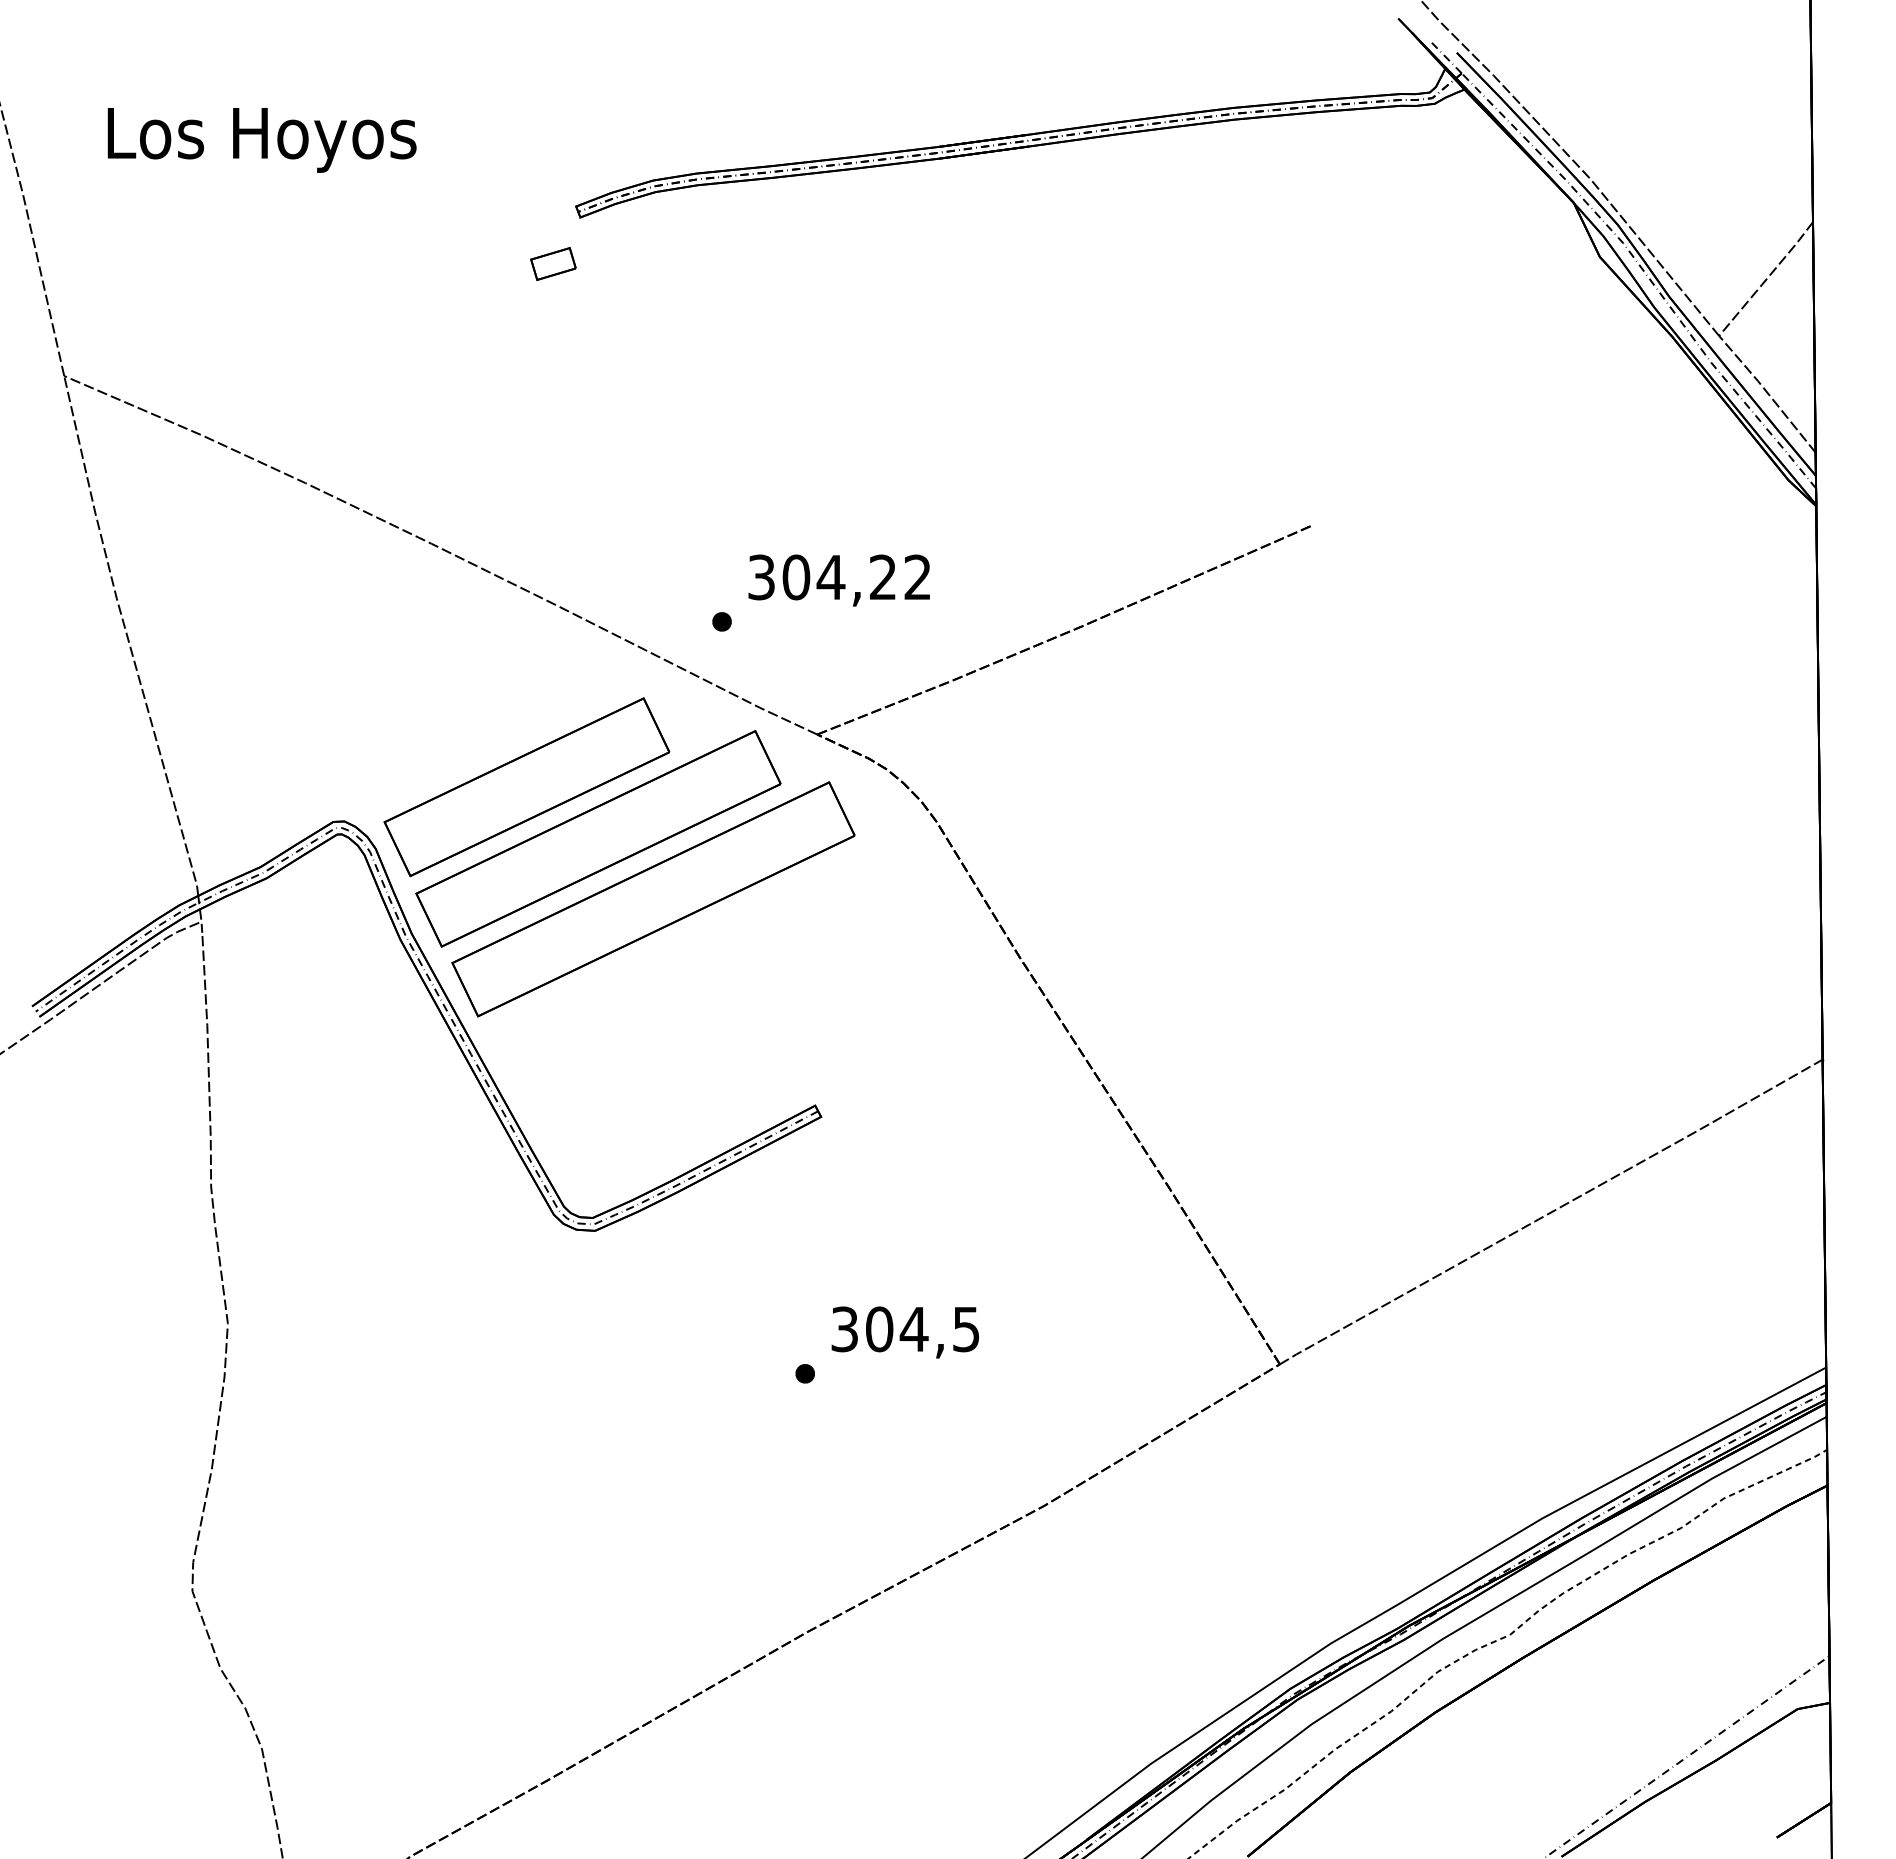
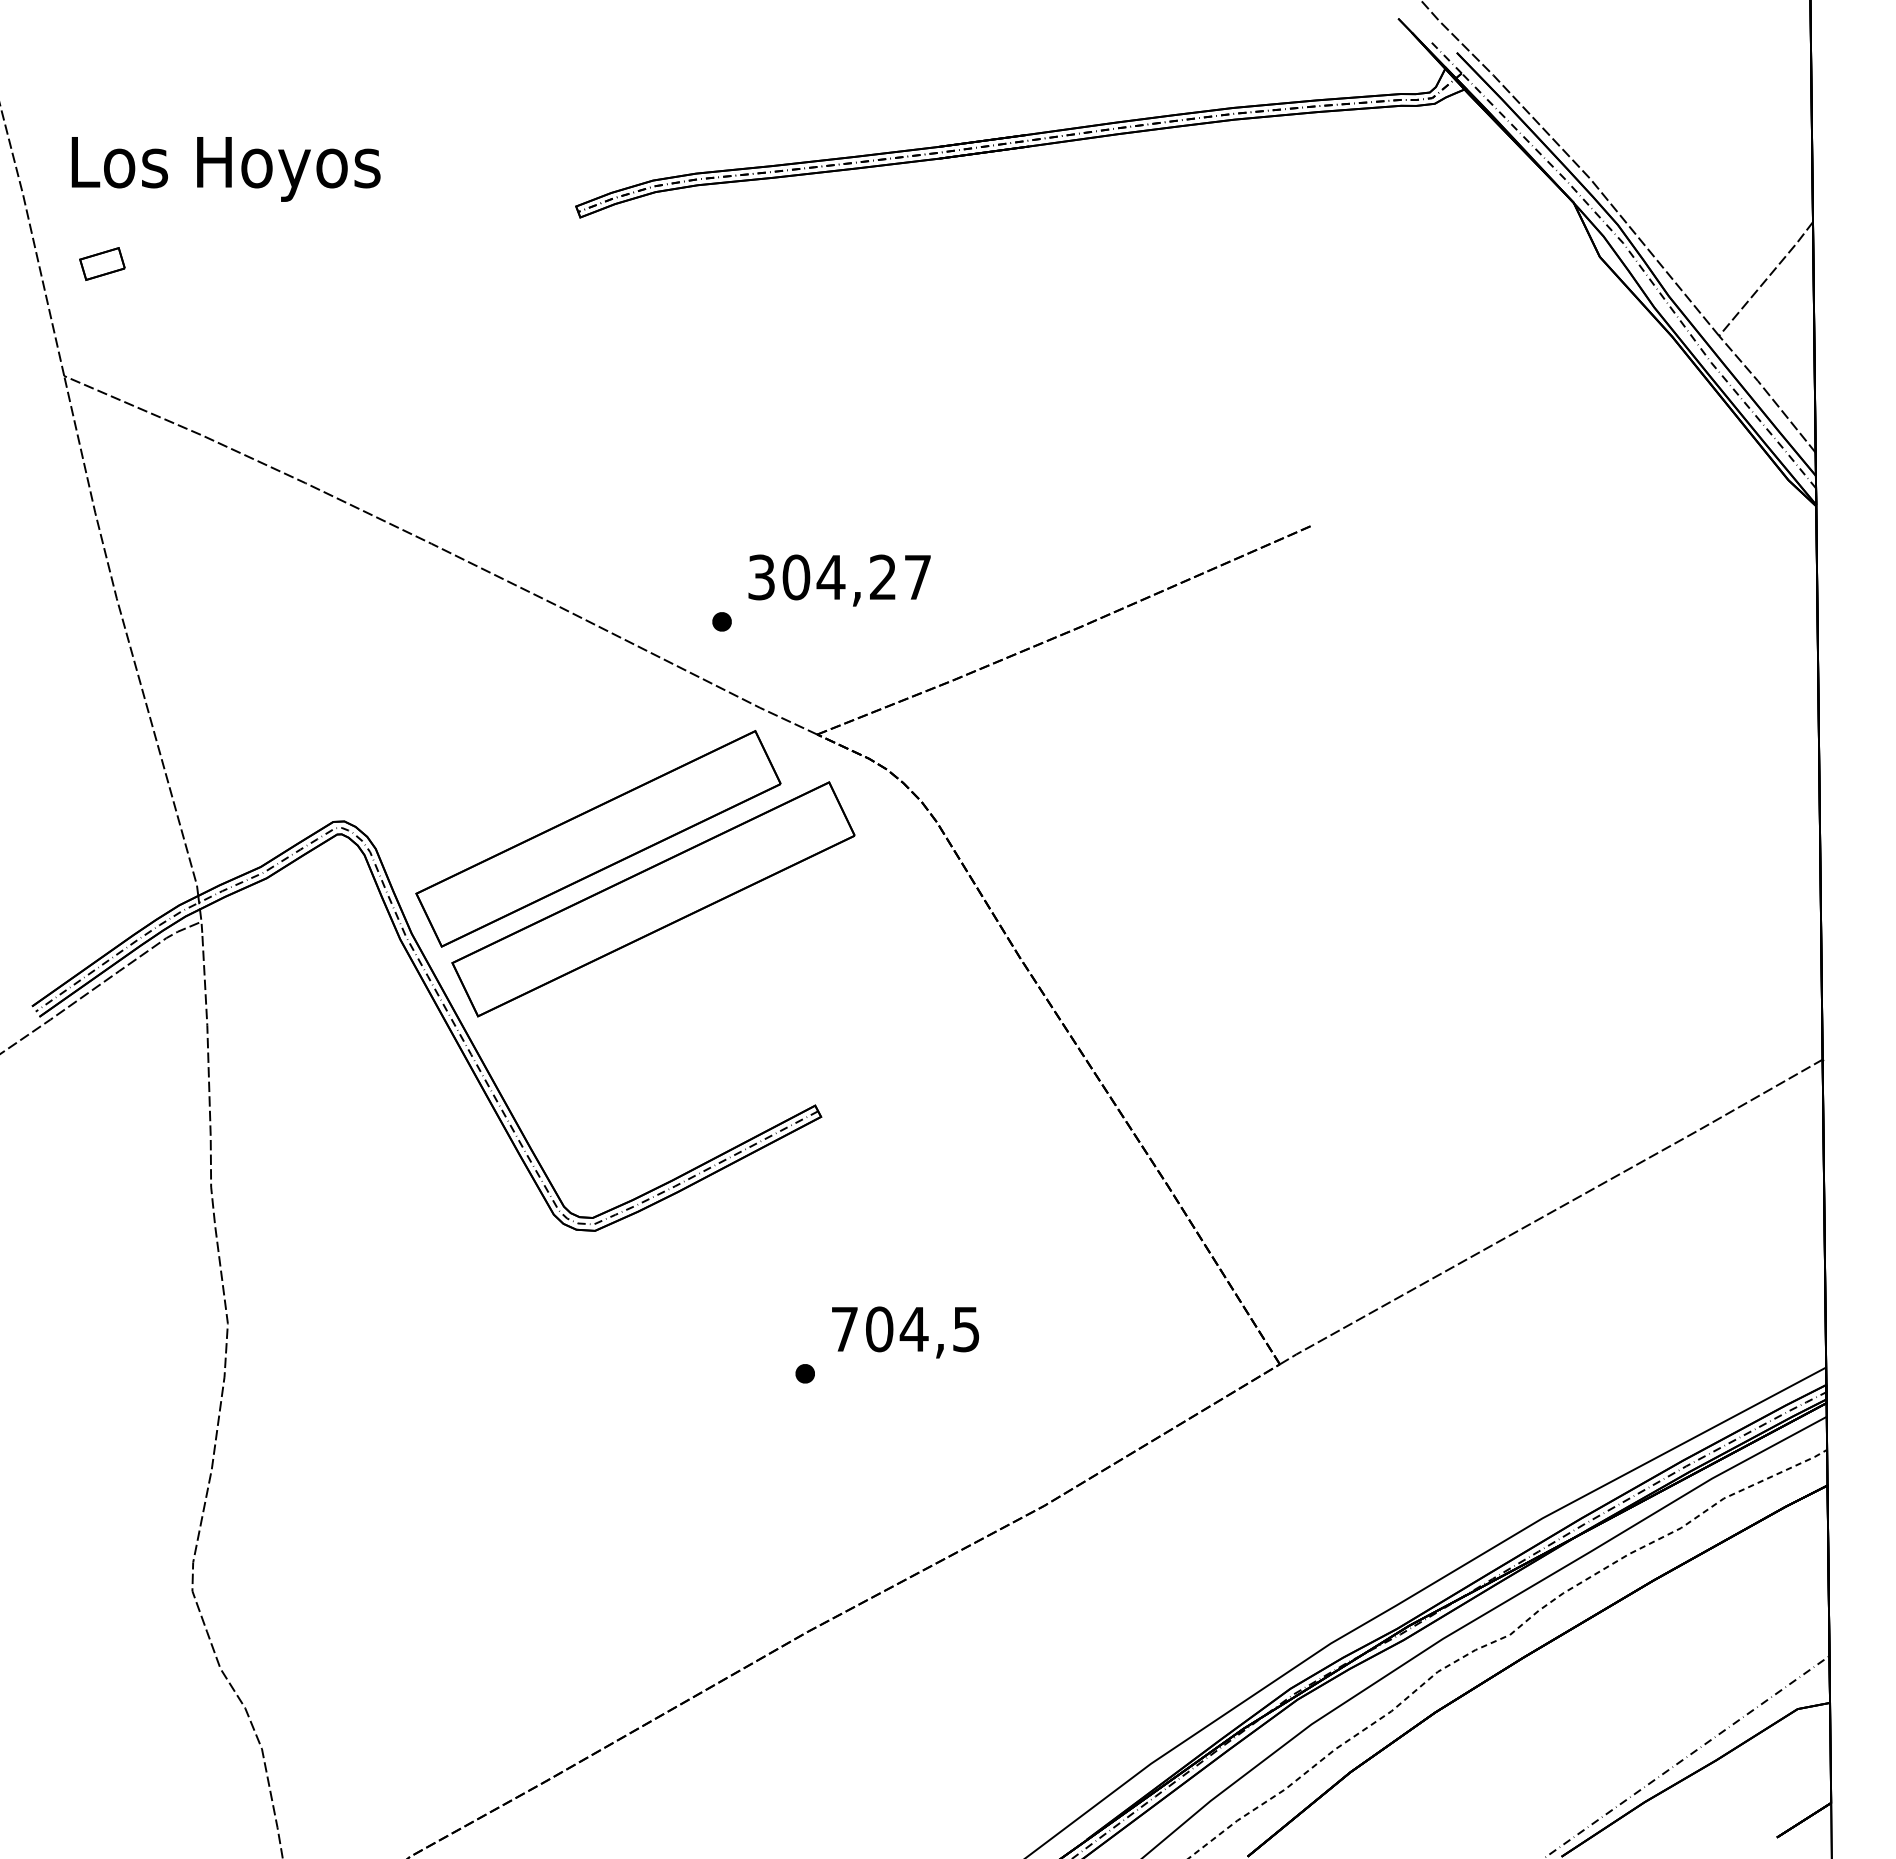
text at (261, 140) position: (261, 140) -> (225, 169)
part at (553, 263) position: (553, 263) -> (102, 263)
text at (917, 576): 304,22 -> 304,27
part at (526, 787): present -> none
text at (844, 1329): 304,5 -> 704,5
